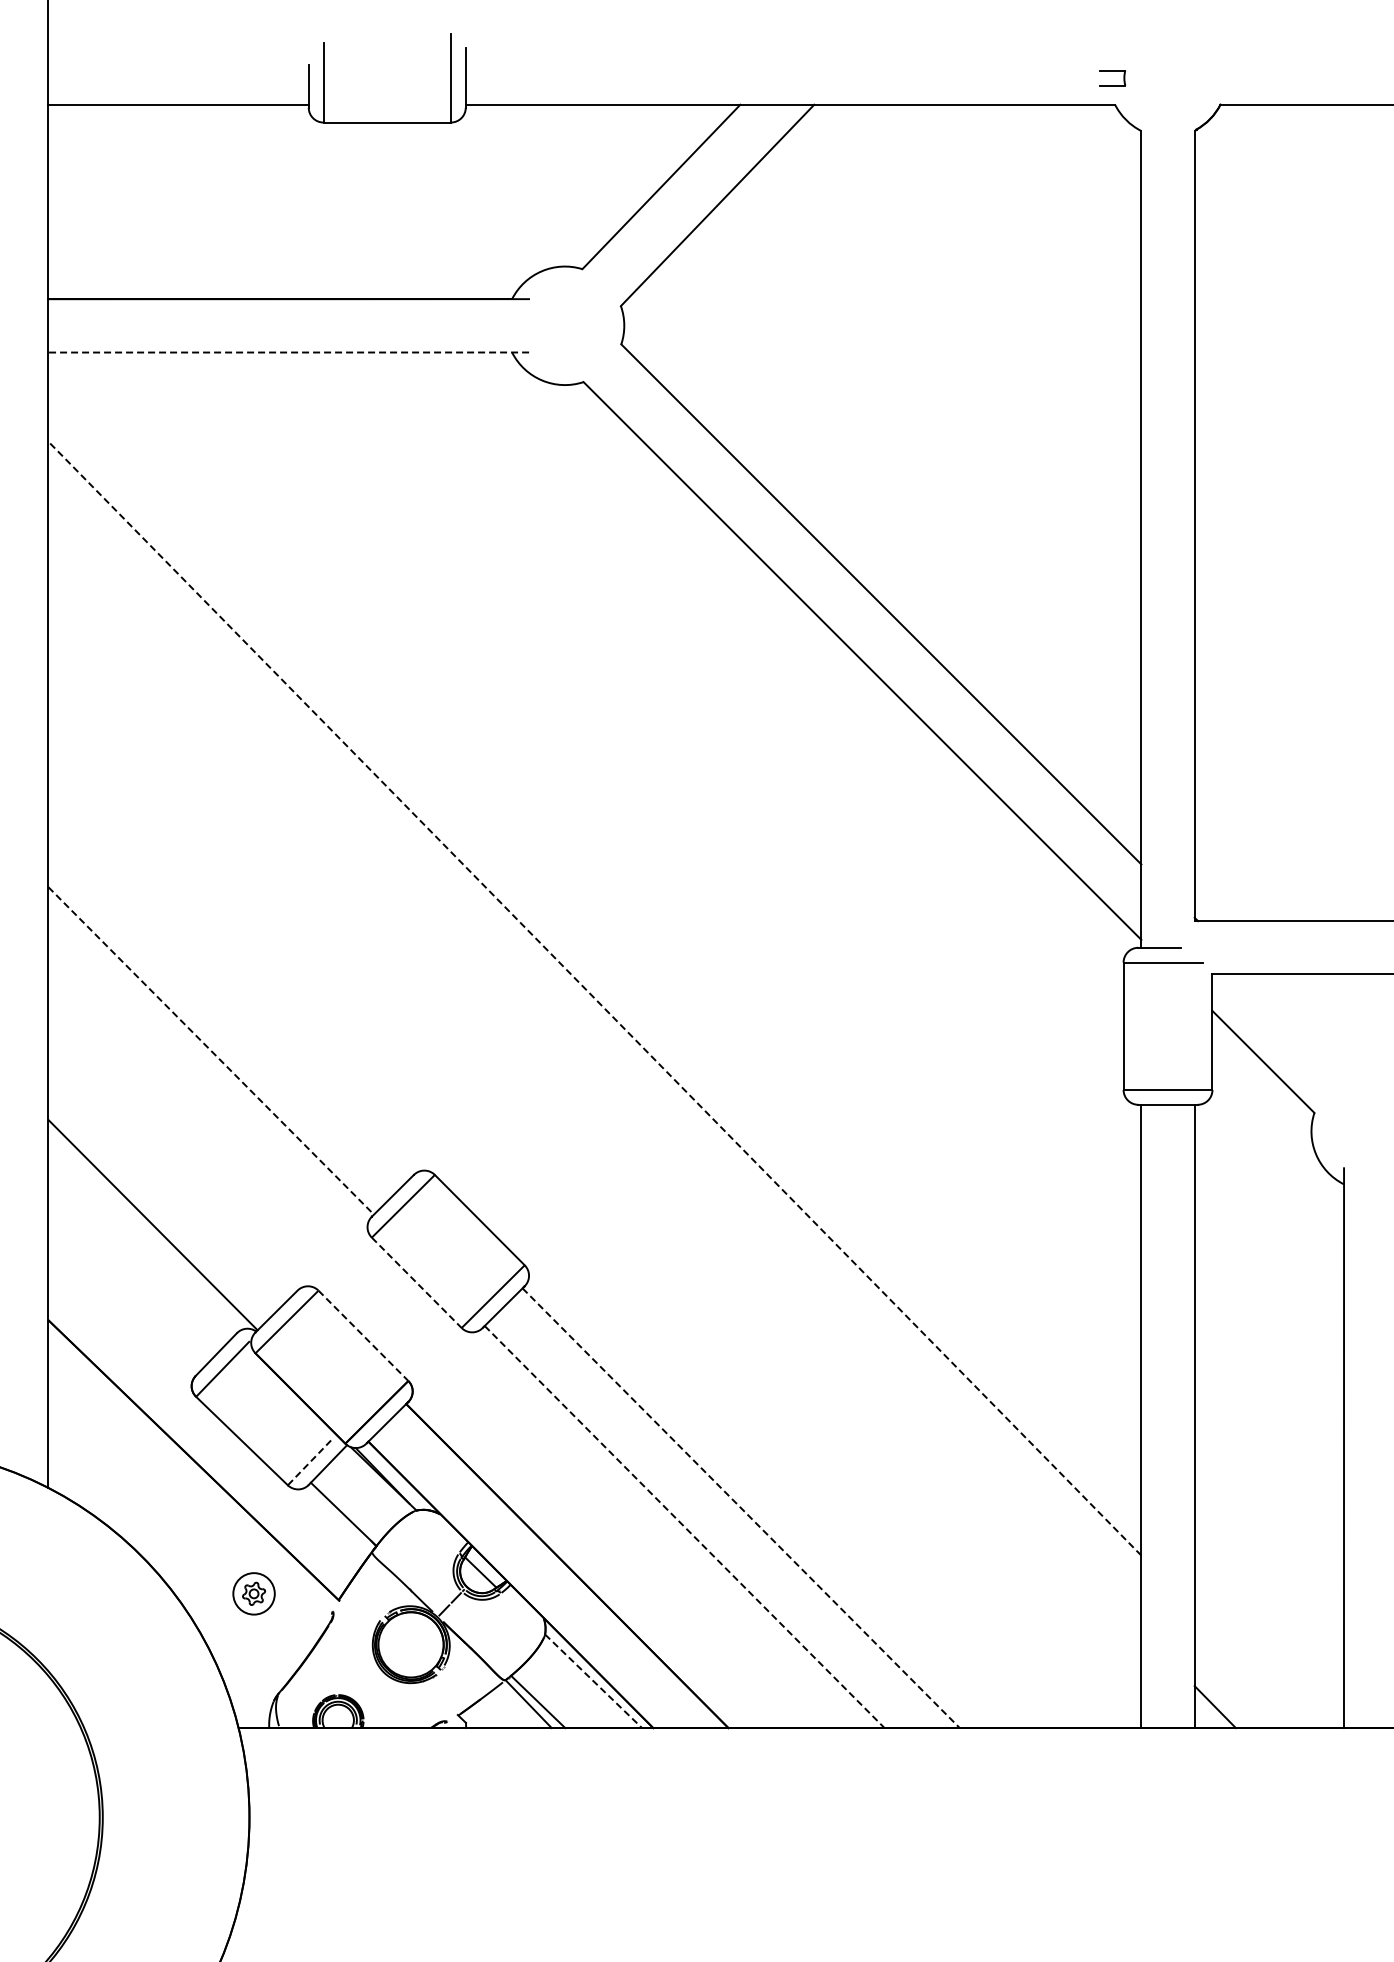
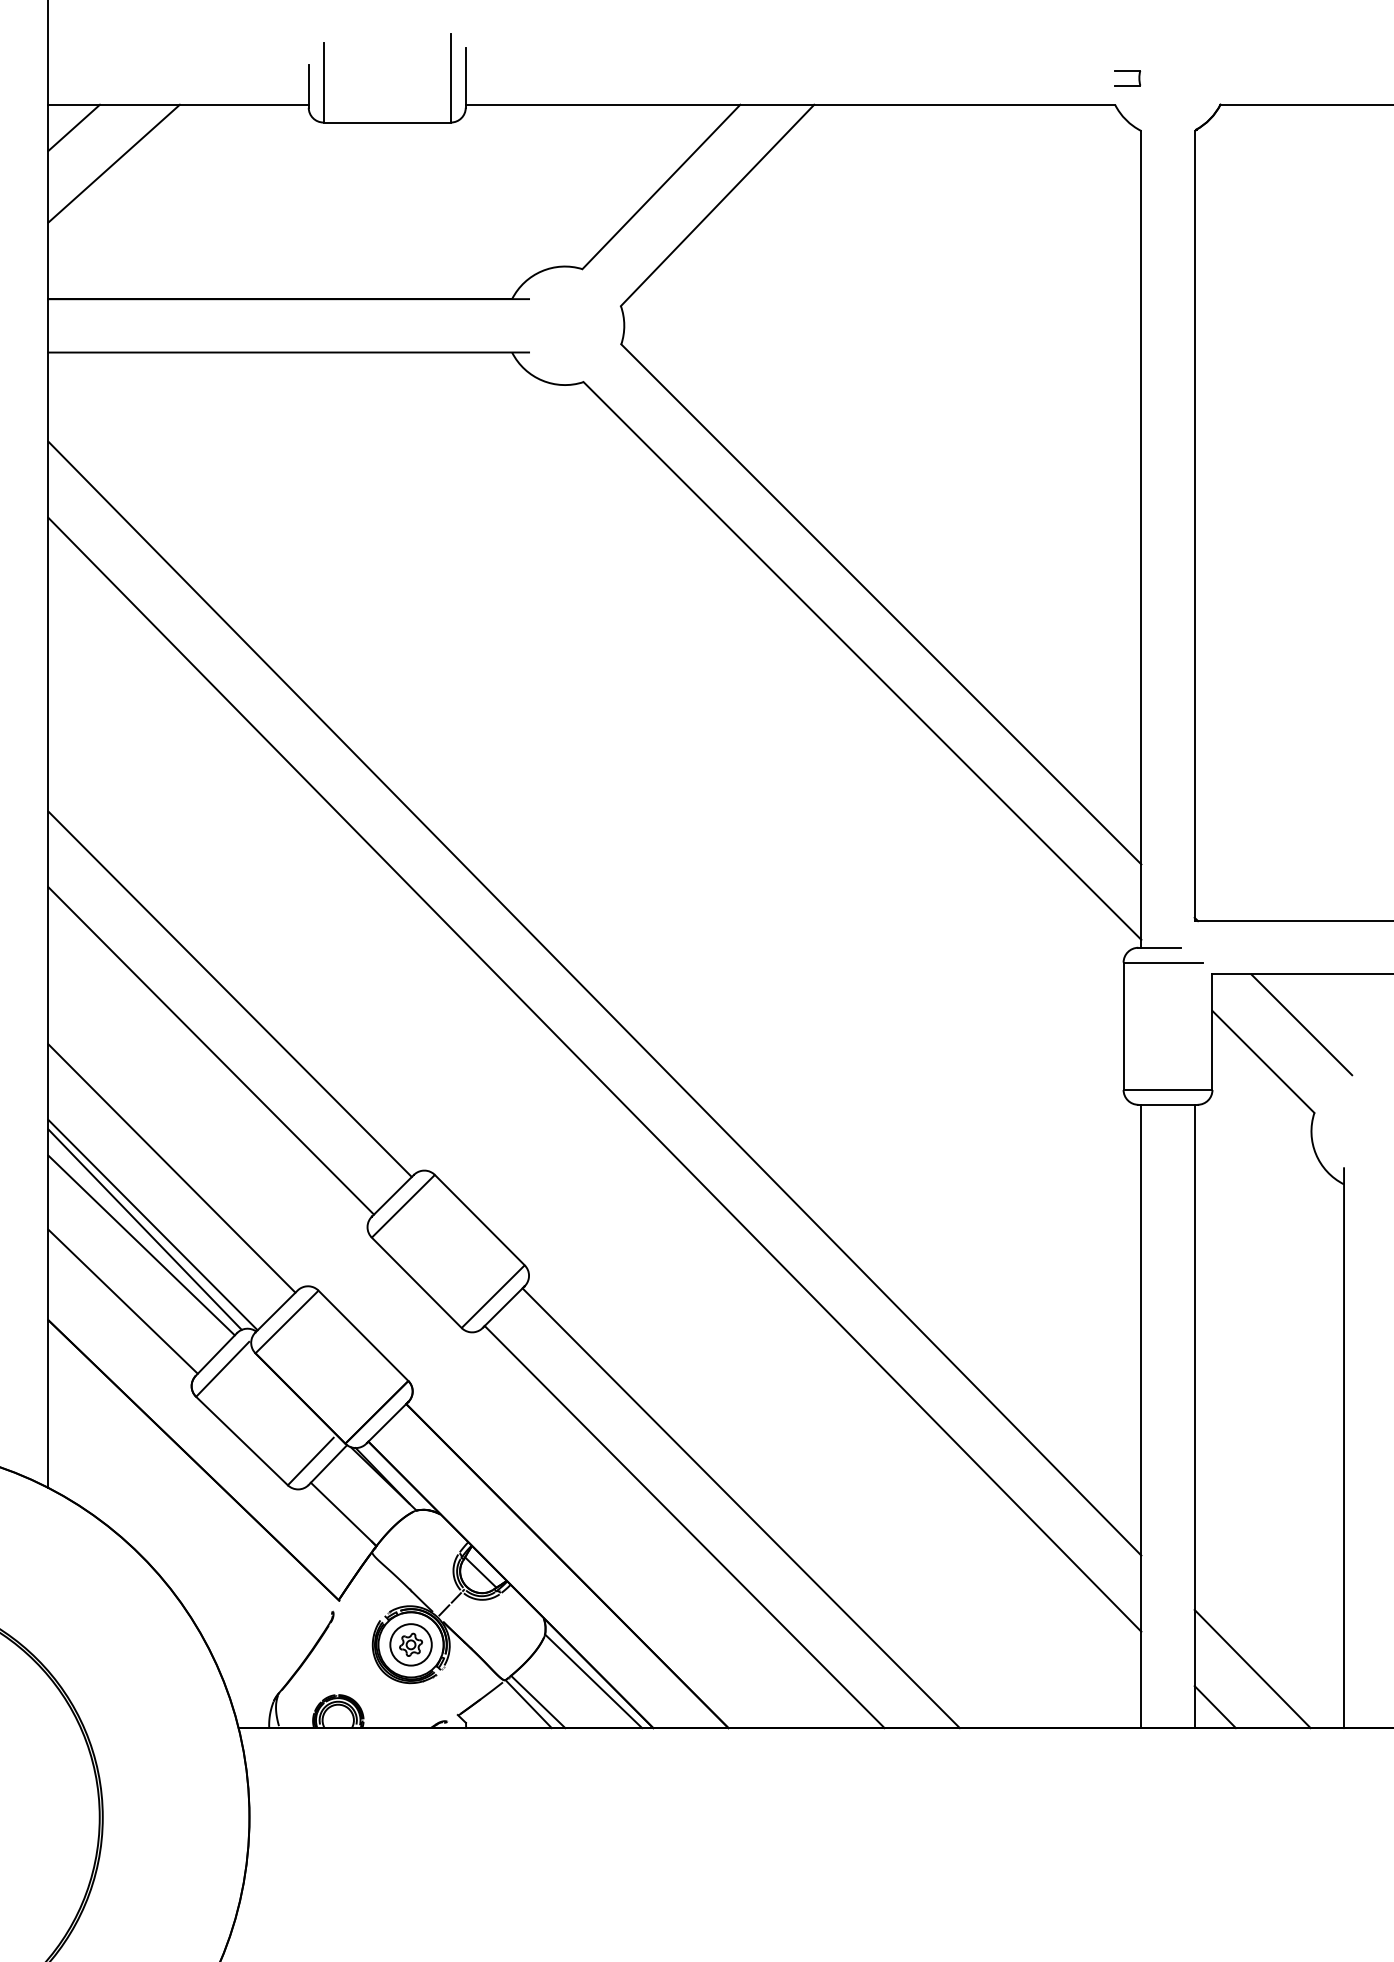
part at (1112, 71) position: (1112, 71) -> (1127, 71)
line at (73, 127): none -> present
line at (113, 163): none -> present
line at (288, 352): dashed -> solid
line at (229, 994): none -> present
line at (594, 998): dashed -> solid
line at (1301, 1024): none -> present
line at (211, 1050): dashed -> solid
line at (594, 1074): none -> present
line at (171, 1168): none -> present
line at (144, 1229): none -> present
line at (141, 1245): none -> present
line at (416, 1282): dashed -> solid
line at (122, 1301): none -> present
line at (363, 1335): dashed -> solid
line at (310, 1461): dashed -> solid
line at (741, 1508): dashed -> solid
line at (684, 1527): dashed -> solid
part at (253, 1593) position: (253, 1593) -> (410, 1644)
line at (1252, 1668): none -> present
line at (593, 1681): dashed -> solid
